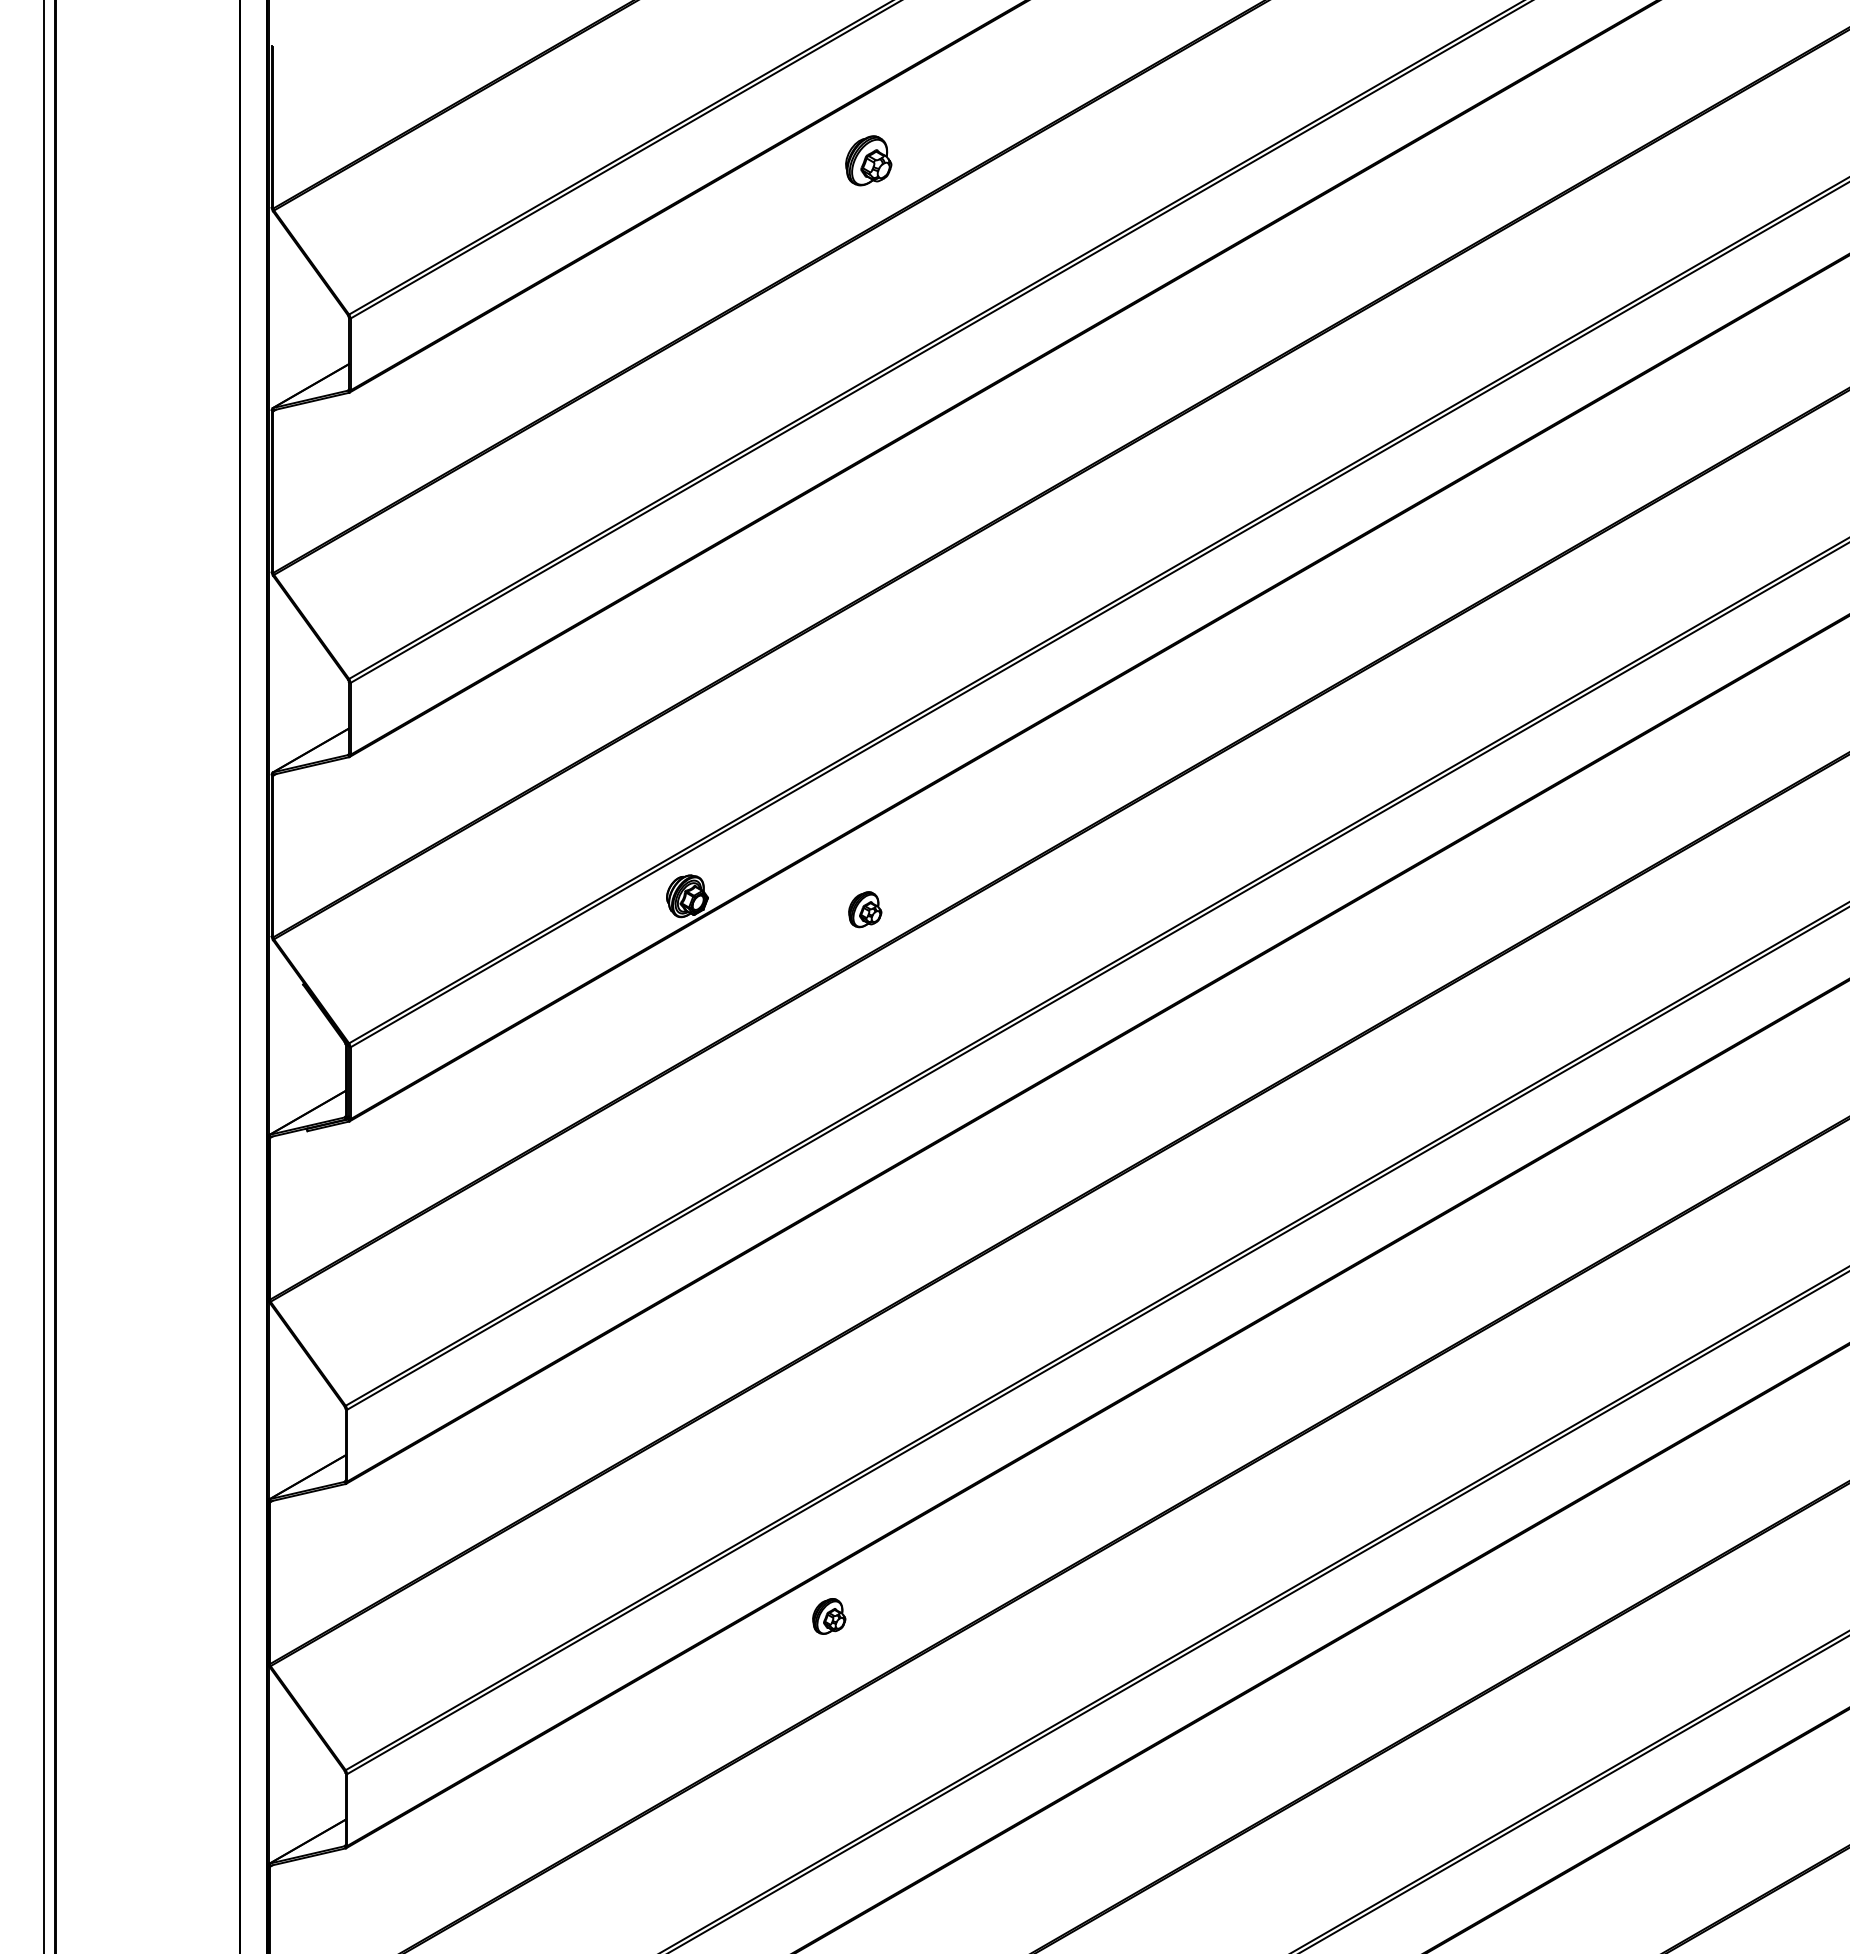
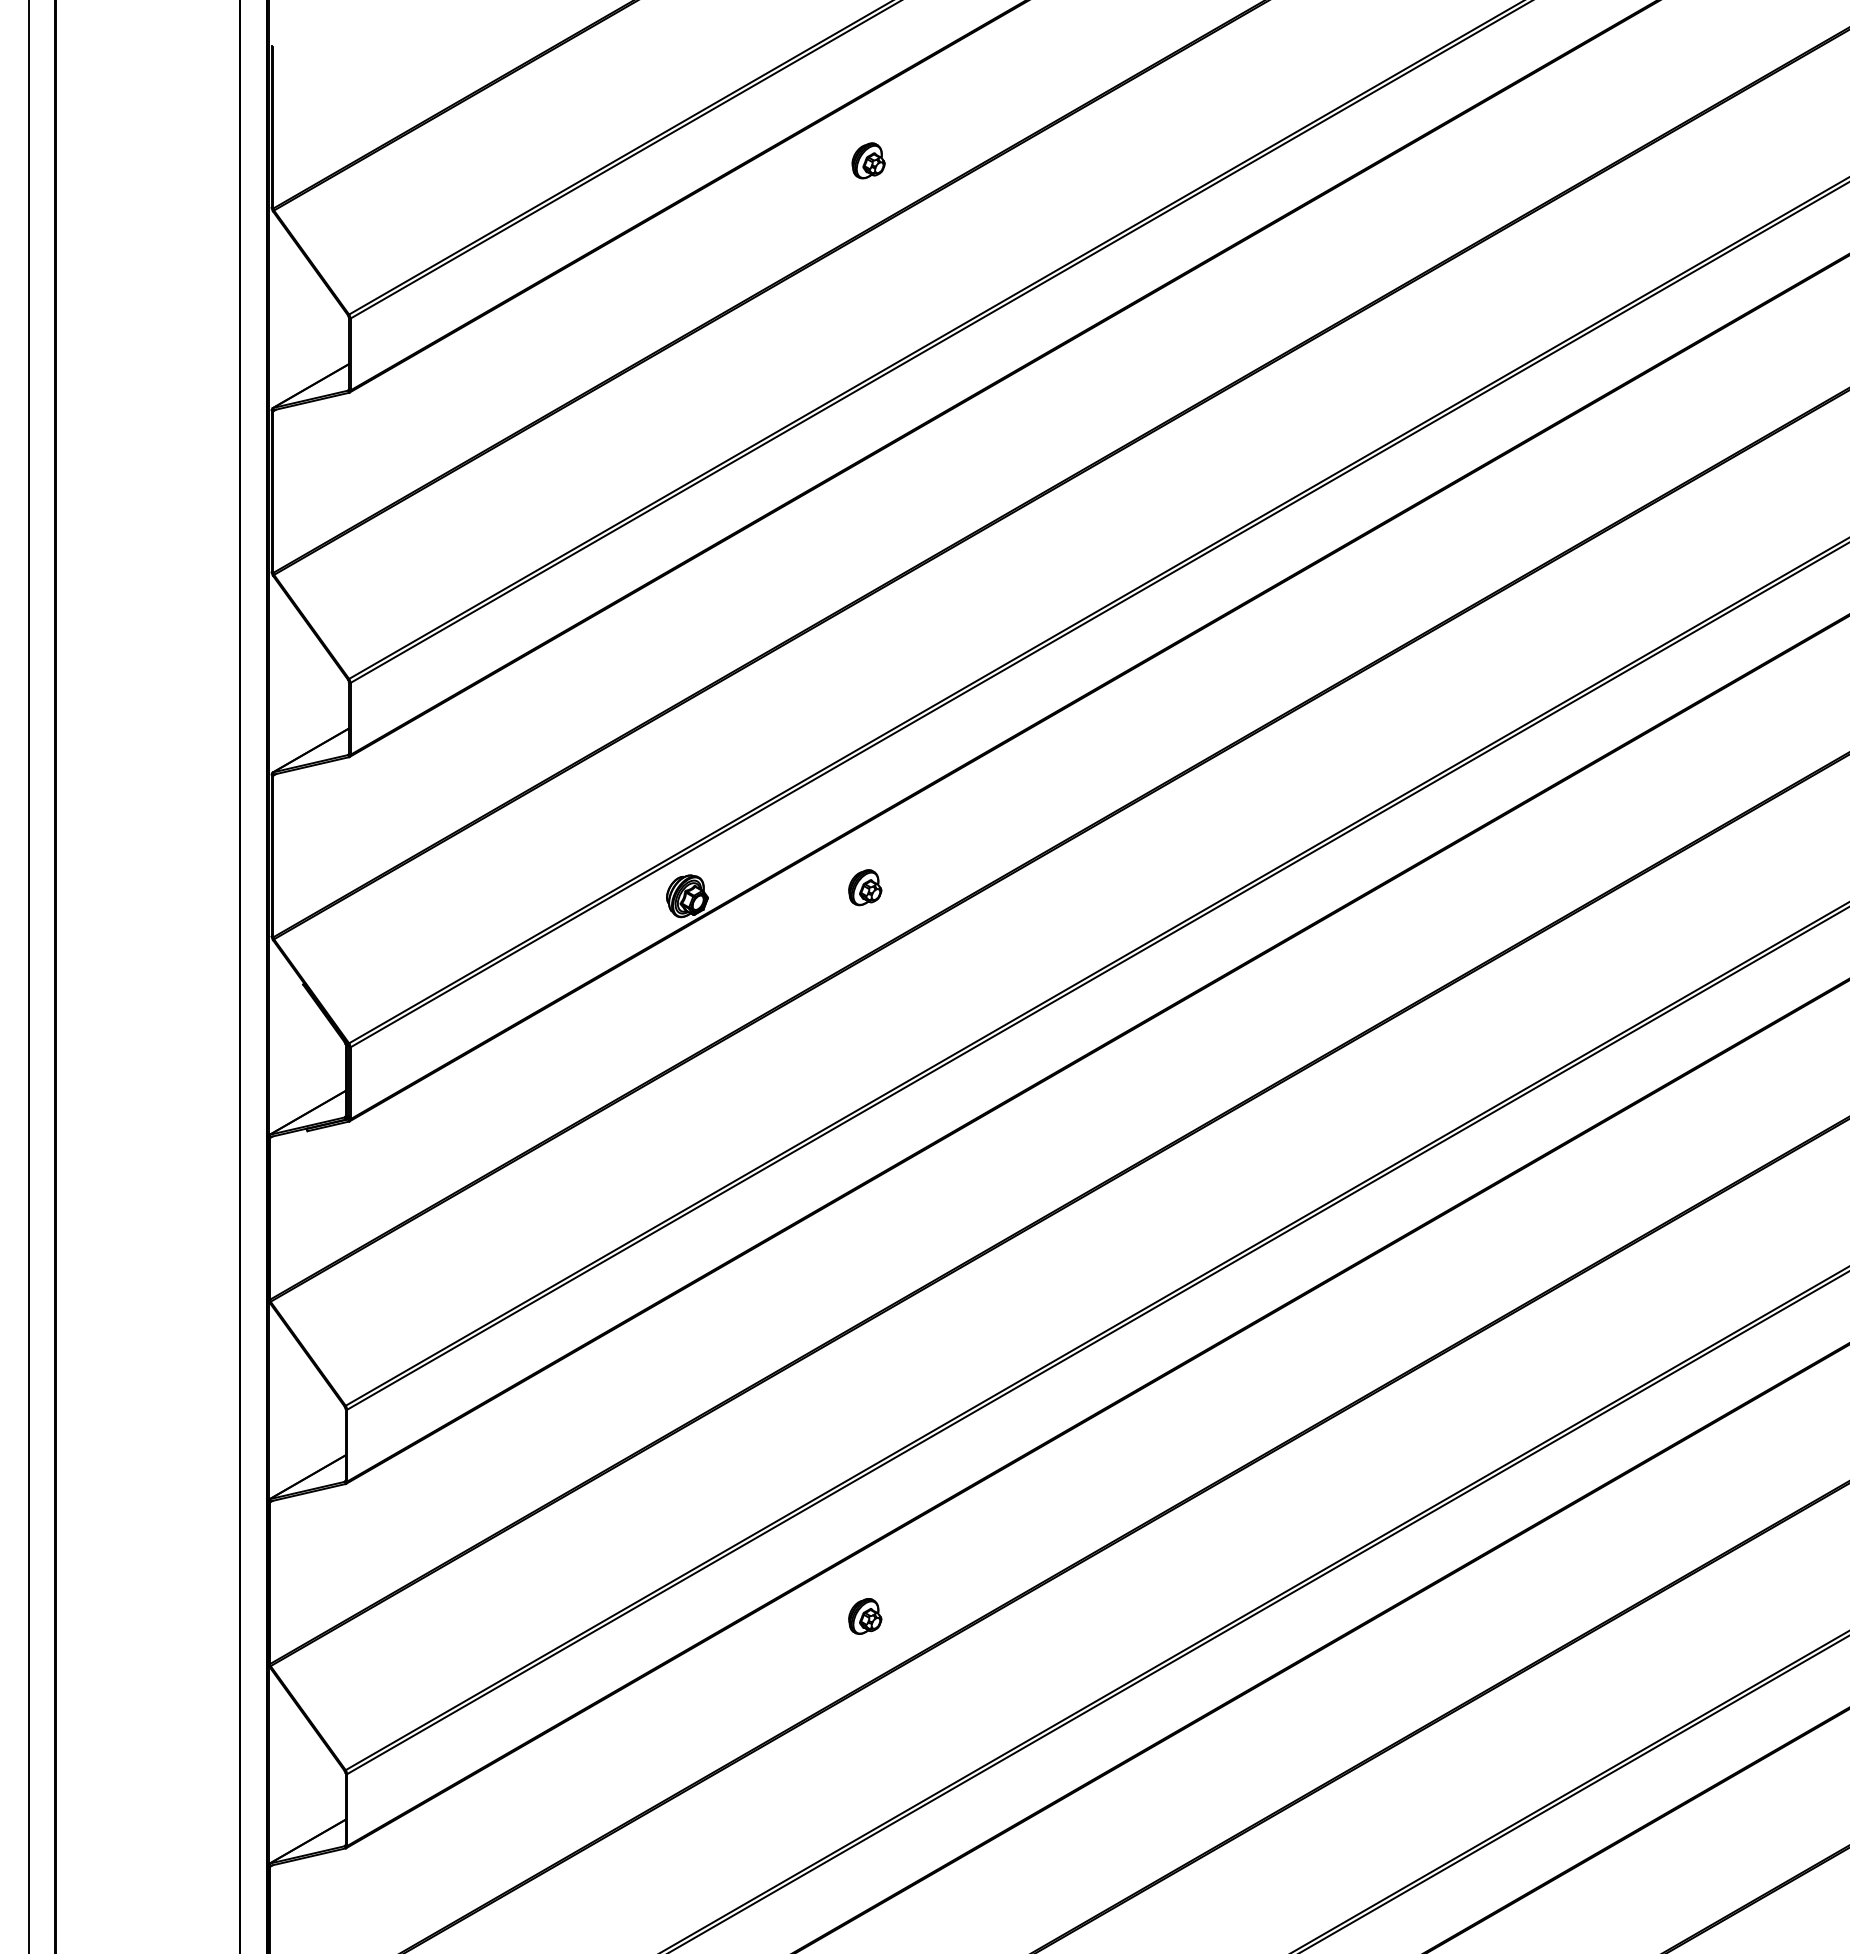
part at (868, 160) size: 48x52 px -> 35x38 px
part at (865, 909) position: (865, 909) -> (865, 887)
line at (44, 976) position: (44, 976) -> (29, 976)
part at (829, 1616) position: (829, 1616) -> (865, 1616)
